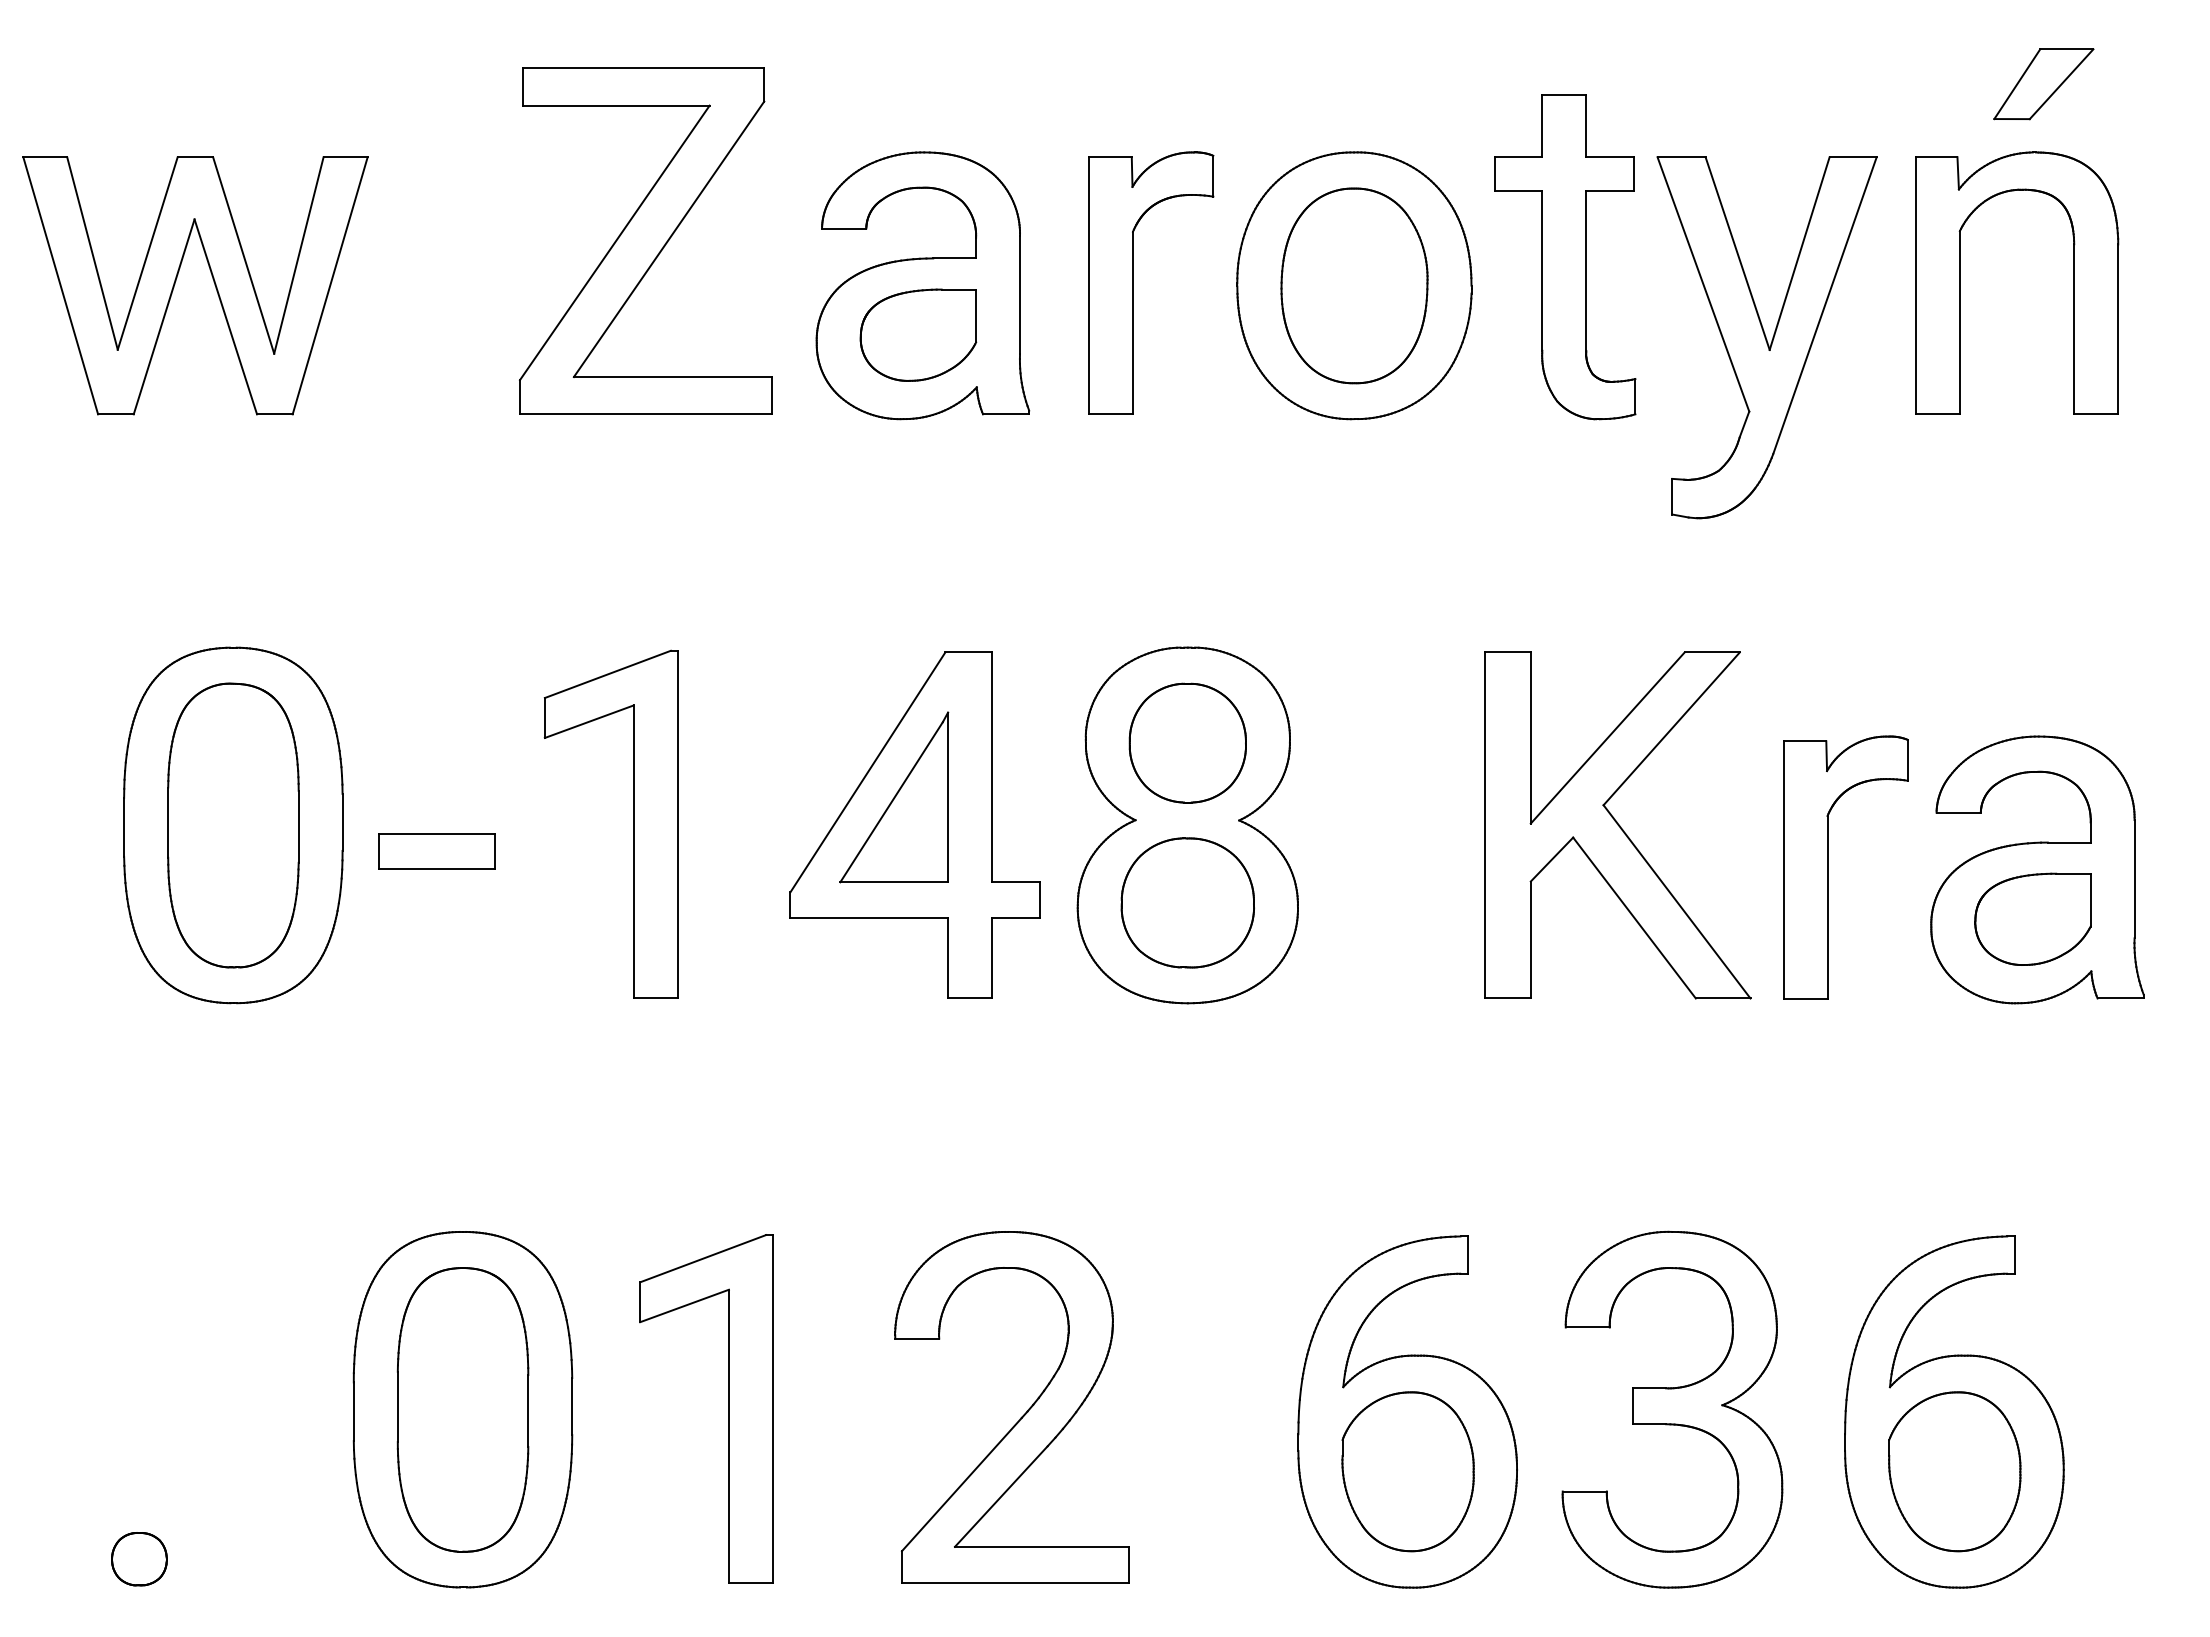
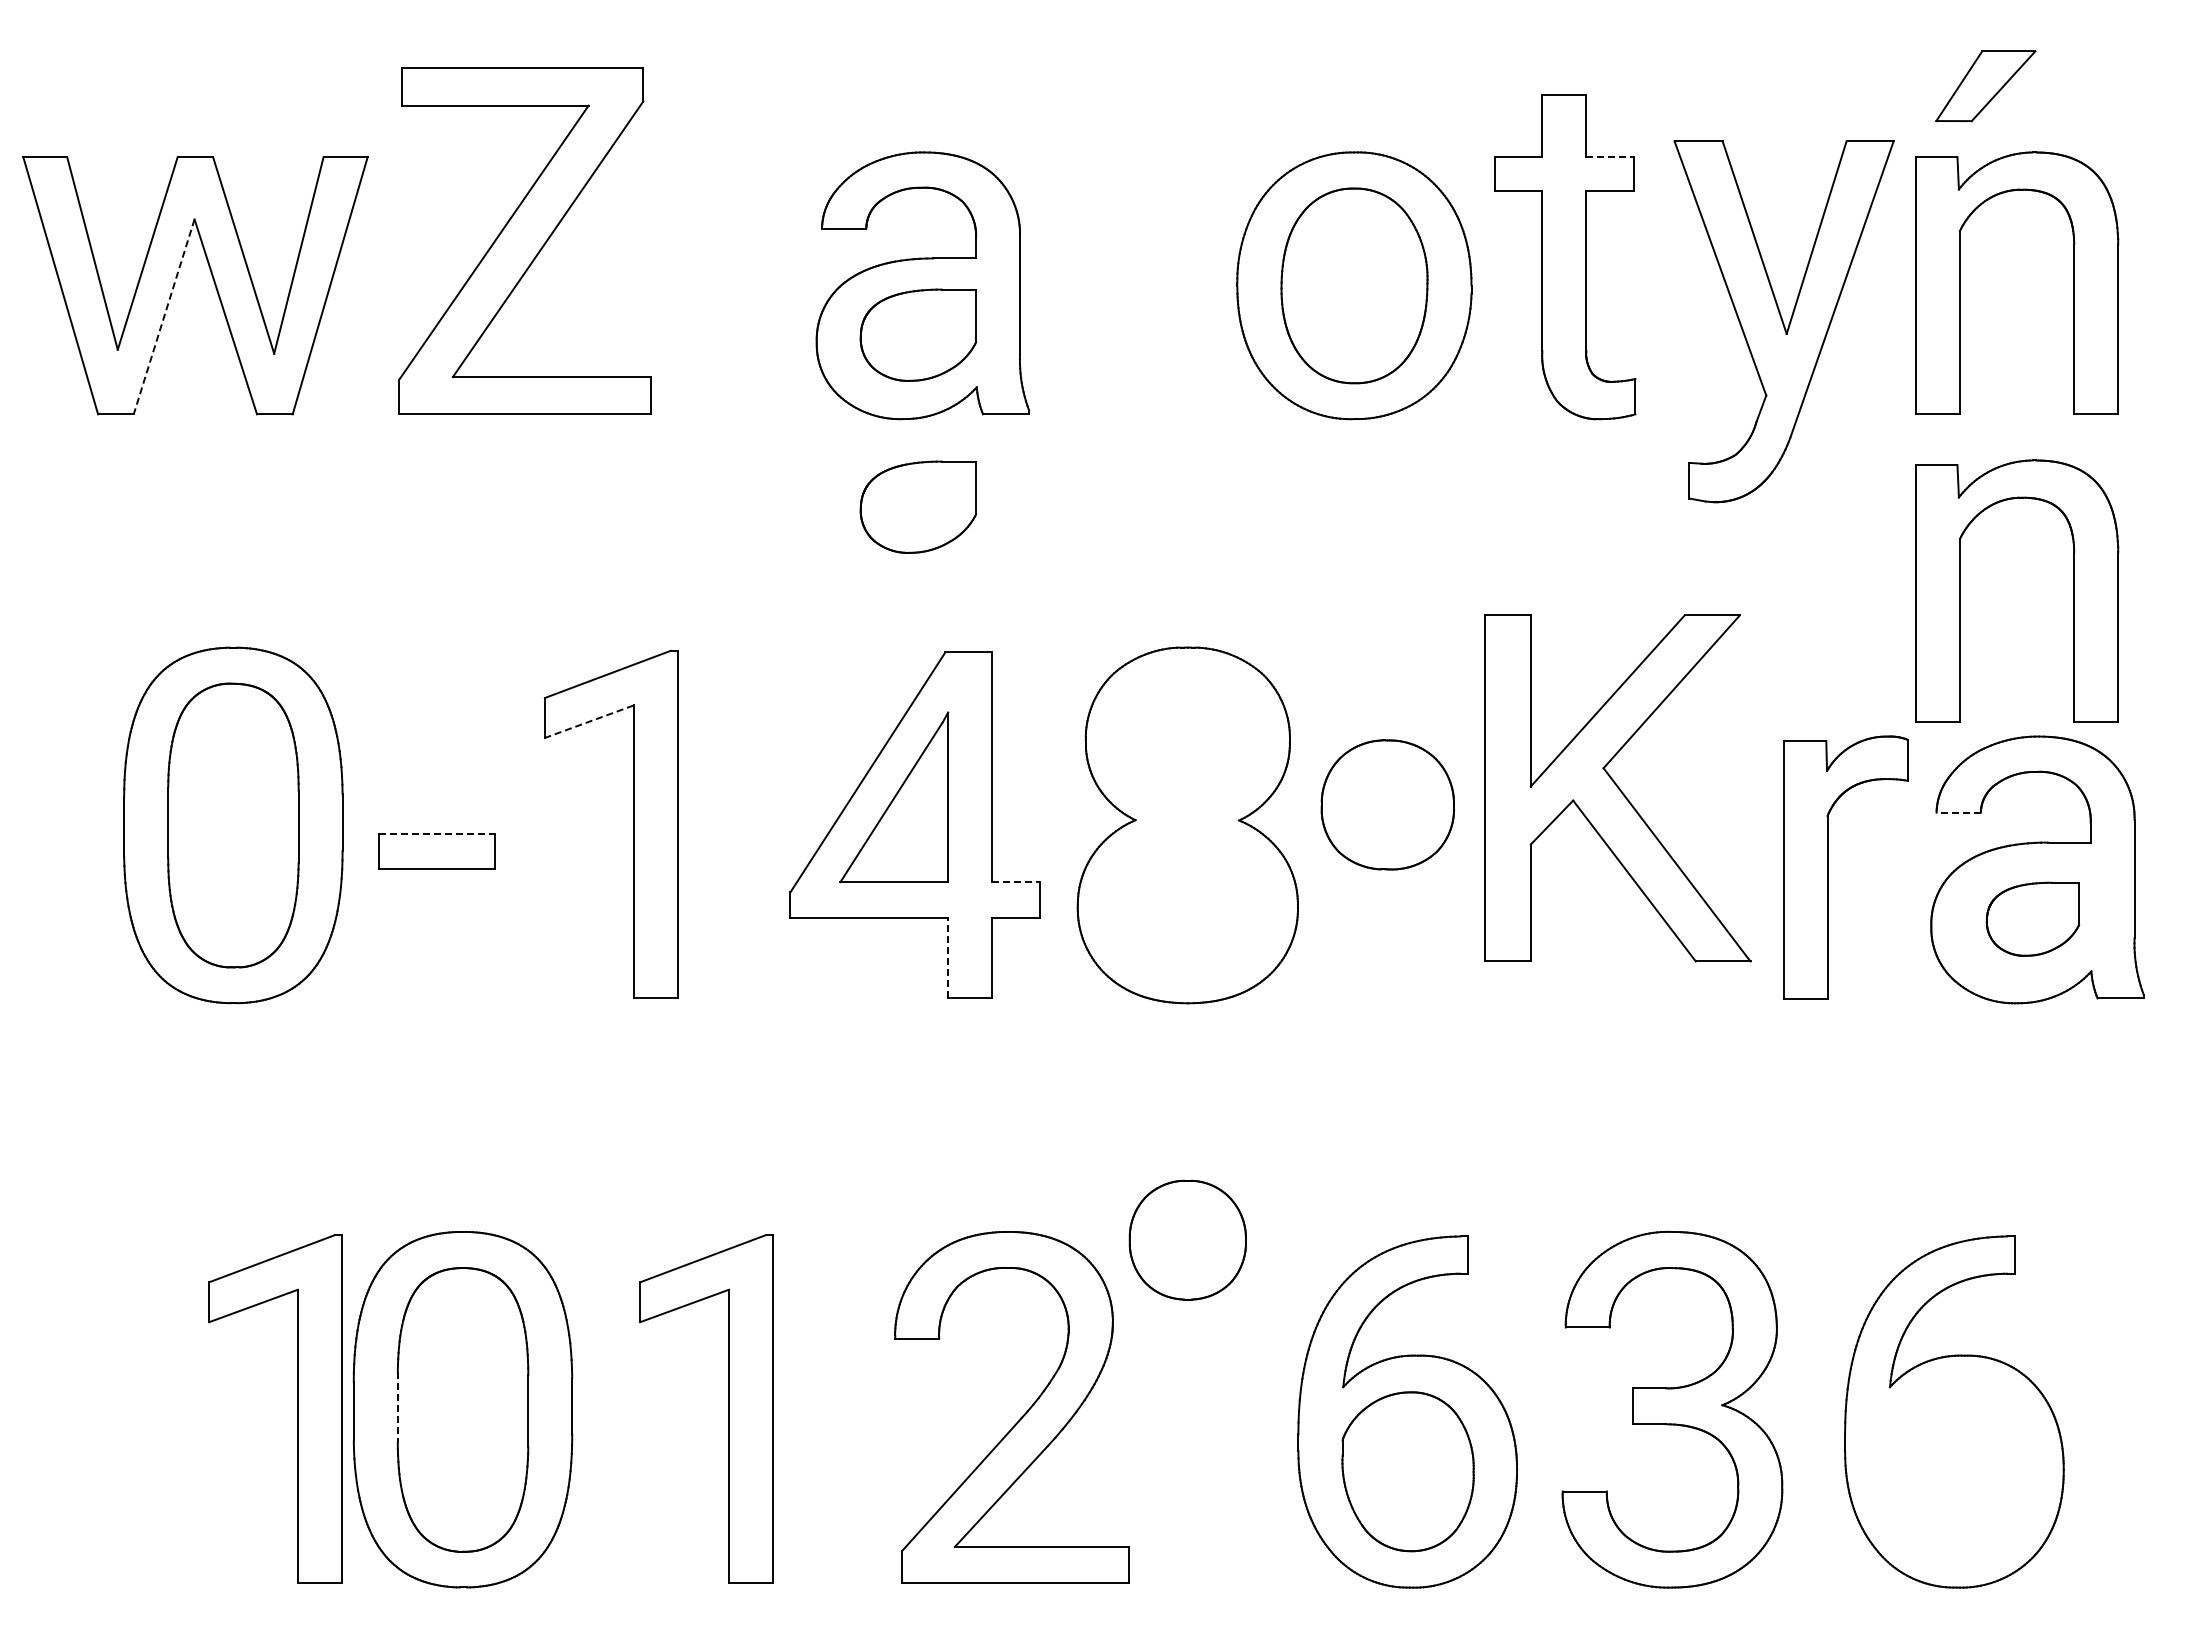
part at (2043, 84) position: (2043, 84) -> (1985, 86)
line at (1610, 157): solid -> dashed
part at (645, 240) position: (645, 240) -> (524, 240)
part at (1133, 282): present -> none
line at (164, 317): solid -> dashed
part at (1766, 337) position: (1766, 337) -> (1783, 321)
part at (918, 506): none -> present
part at (2073, 590): none -> present
line at (588, 721): solid -> dashed
part at (1187, 742) position: (1187, 742) -> (1187, 1239)
line at (1958, 812): solid -> dashed
part at (1617, 825) position: (1617, 825) -> (1617, 788)
line at (437, 833): solid -> dashed
line at (1016, 882): solid -> dashed
part at (1187, 902) position: (1187, 902) -> (1387, 804)
part at (2032, 918) size: 118x94 px -> 96x76 px
line at (948, 957): solid -> dashed
line at (397, 1407): solid -> dashed
part at (297, 1408): none -> present
part at (1954, 1471): present -> none
part at (139, 1559): present -> none
